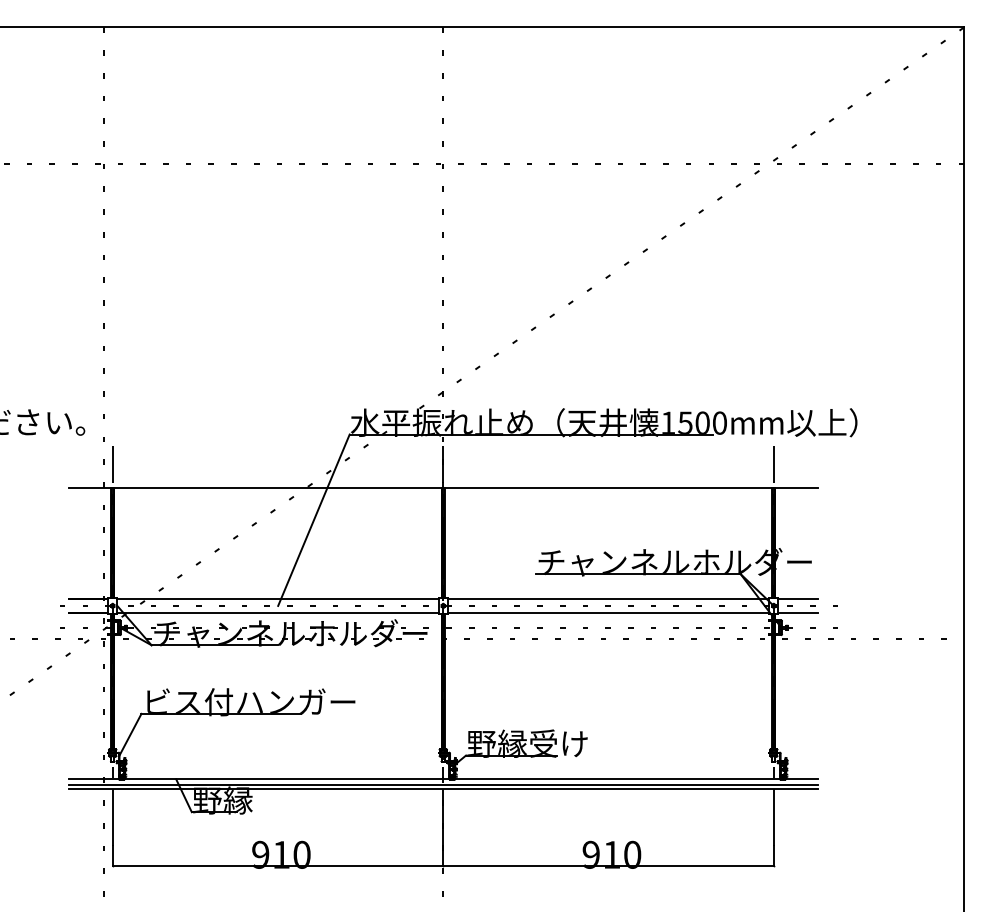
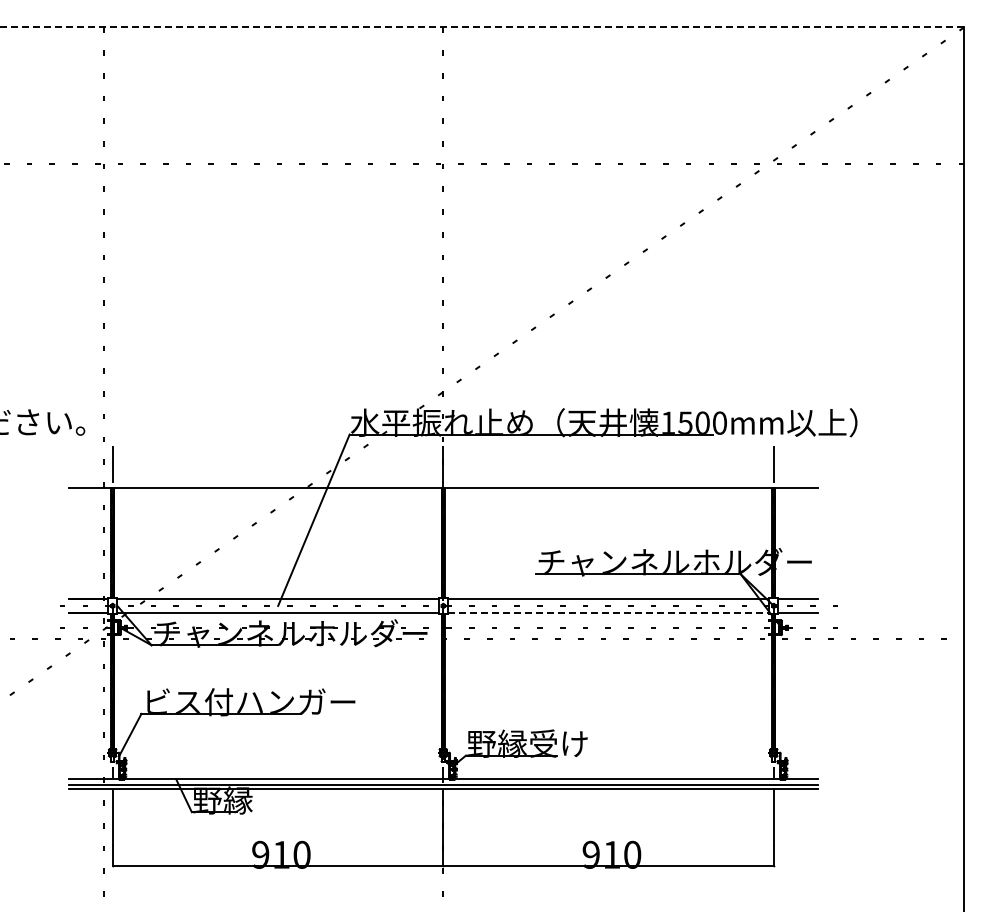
line at (482, 27): solid -> dashed
line at (608, 613): solid -> dashed
